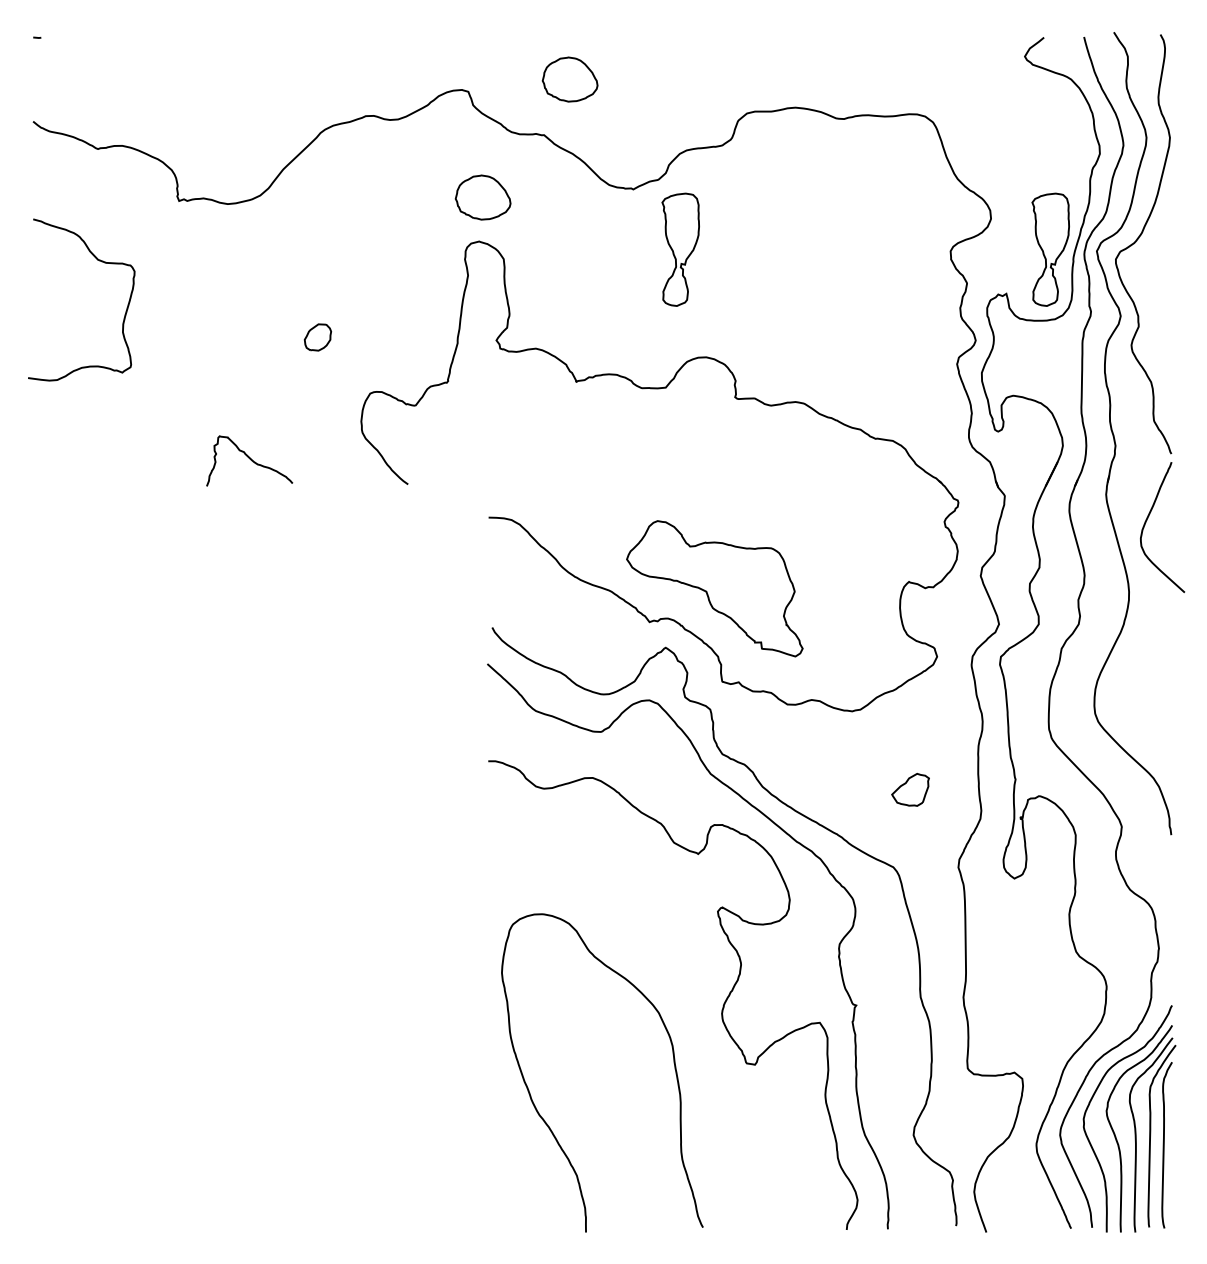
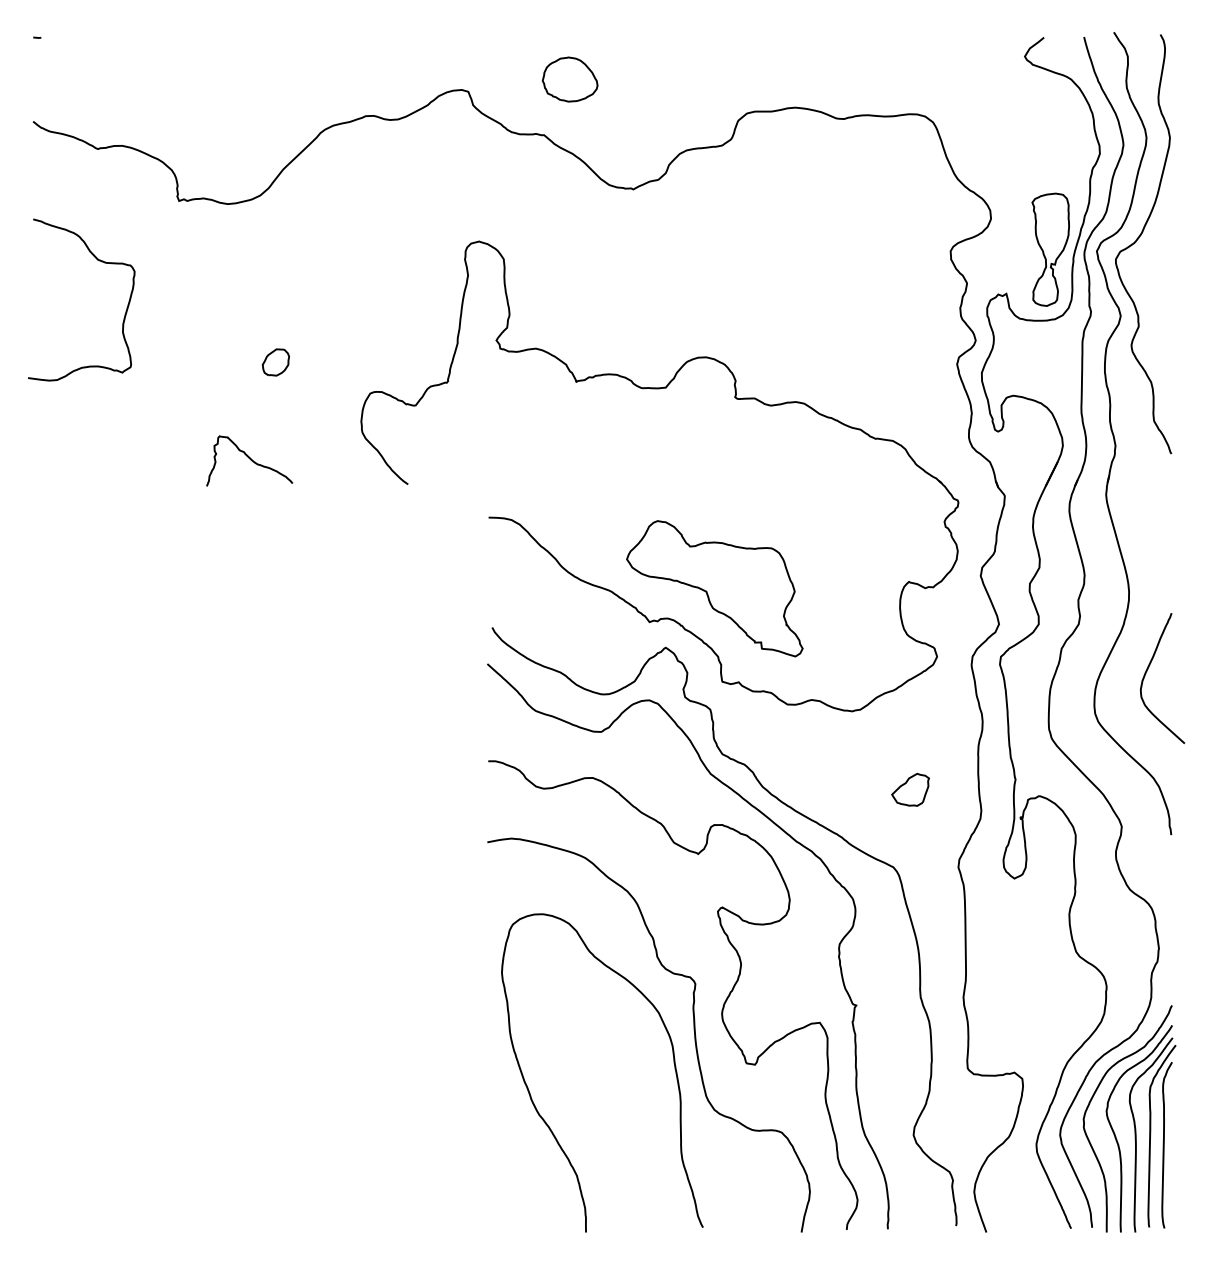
part at (482, 197): present -> none
part at (680, 249): present -> none
part at (317, 337) position: (317, 337) -> (275, 362)
curve at (1147, 520) position: (1147, 520) -> (1147, 671)
curve at (693, 1030): none -> present
